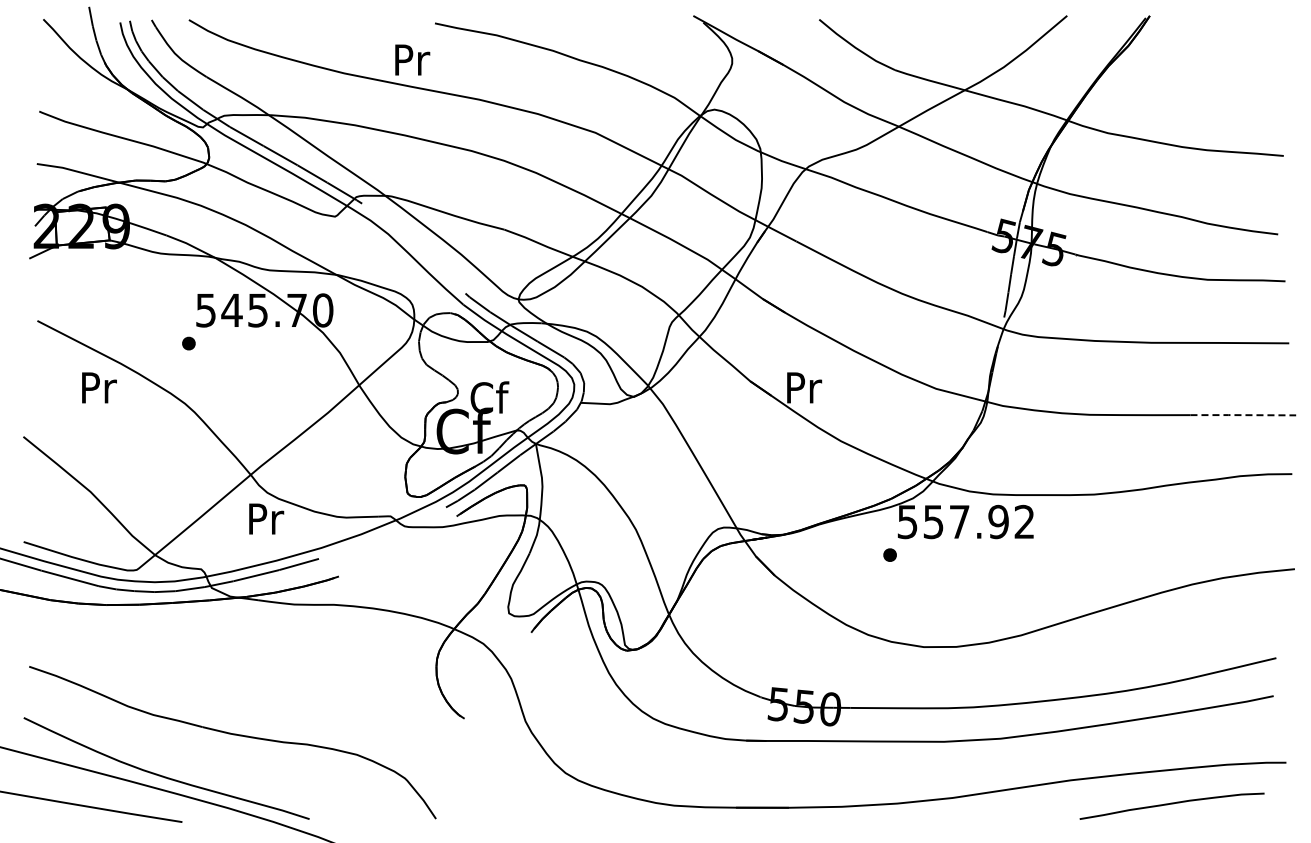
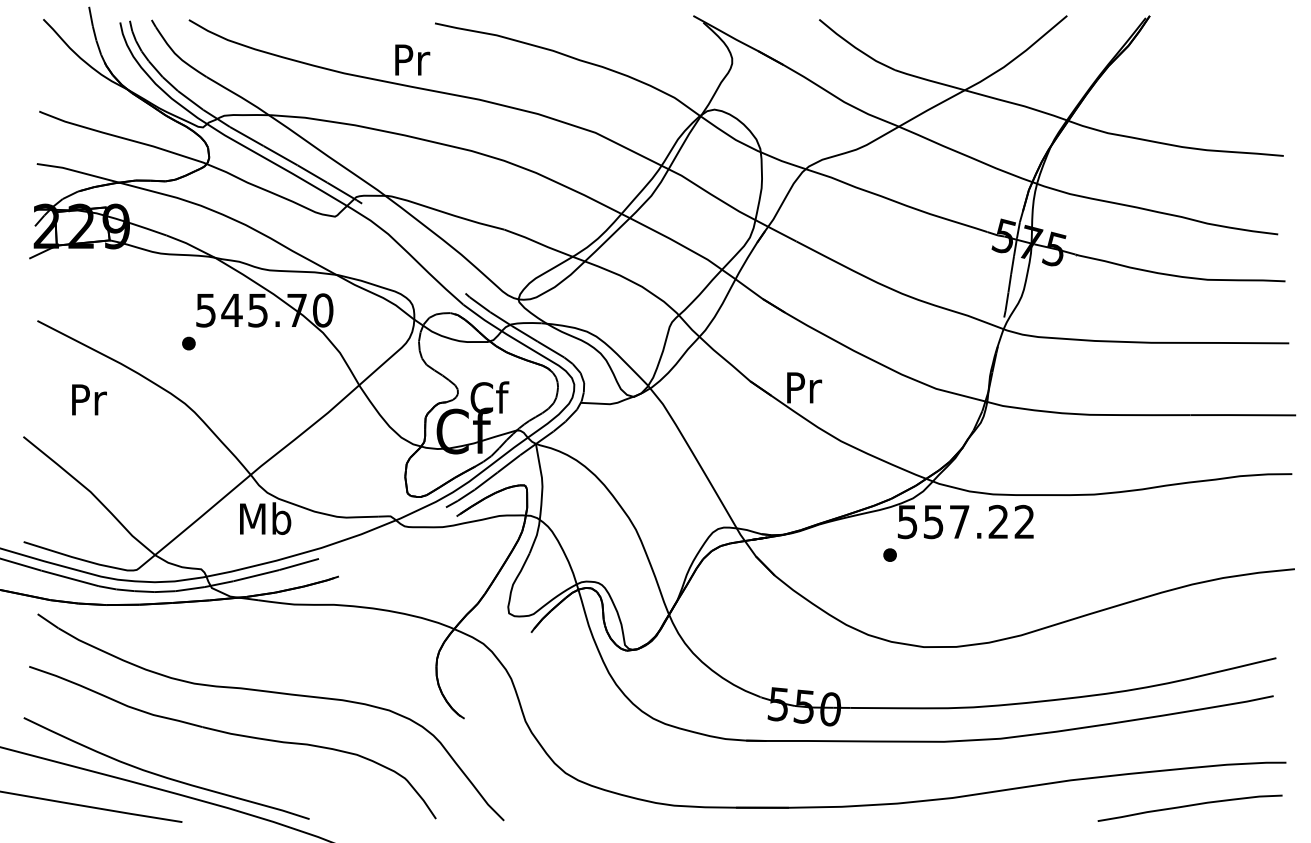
text at (99, 387) position: (99, 387) -> (89, 399)
line at (1243, 415): dashed -> solid
text at (265, 518): Pr -> Mb
text at (998, 522): 557.92 -> 557.22
part at (272, 693): none -> present
curve at (1171, 804) position: (1171, 804) -> (1189, 806)
